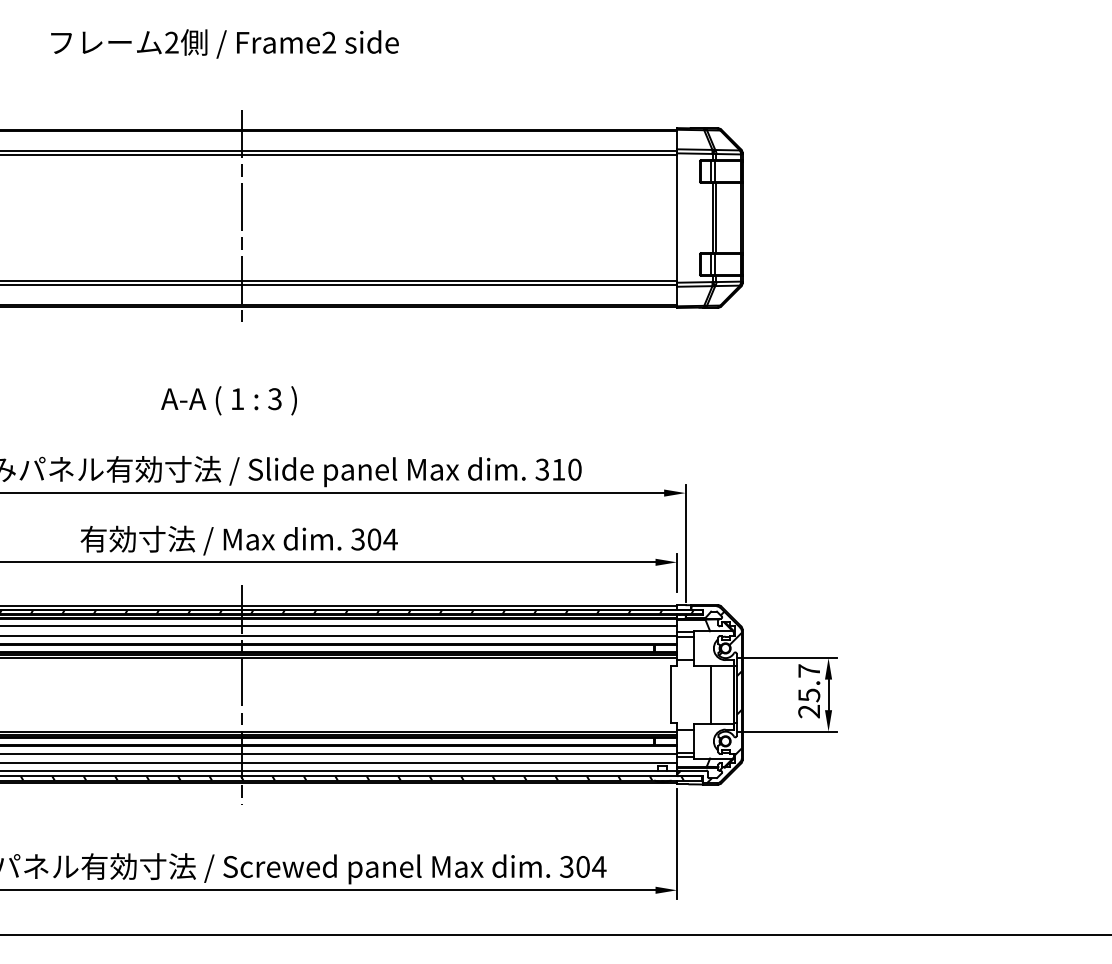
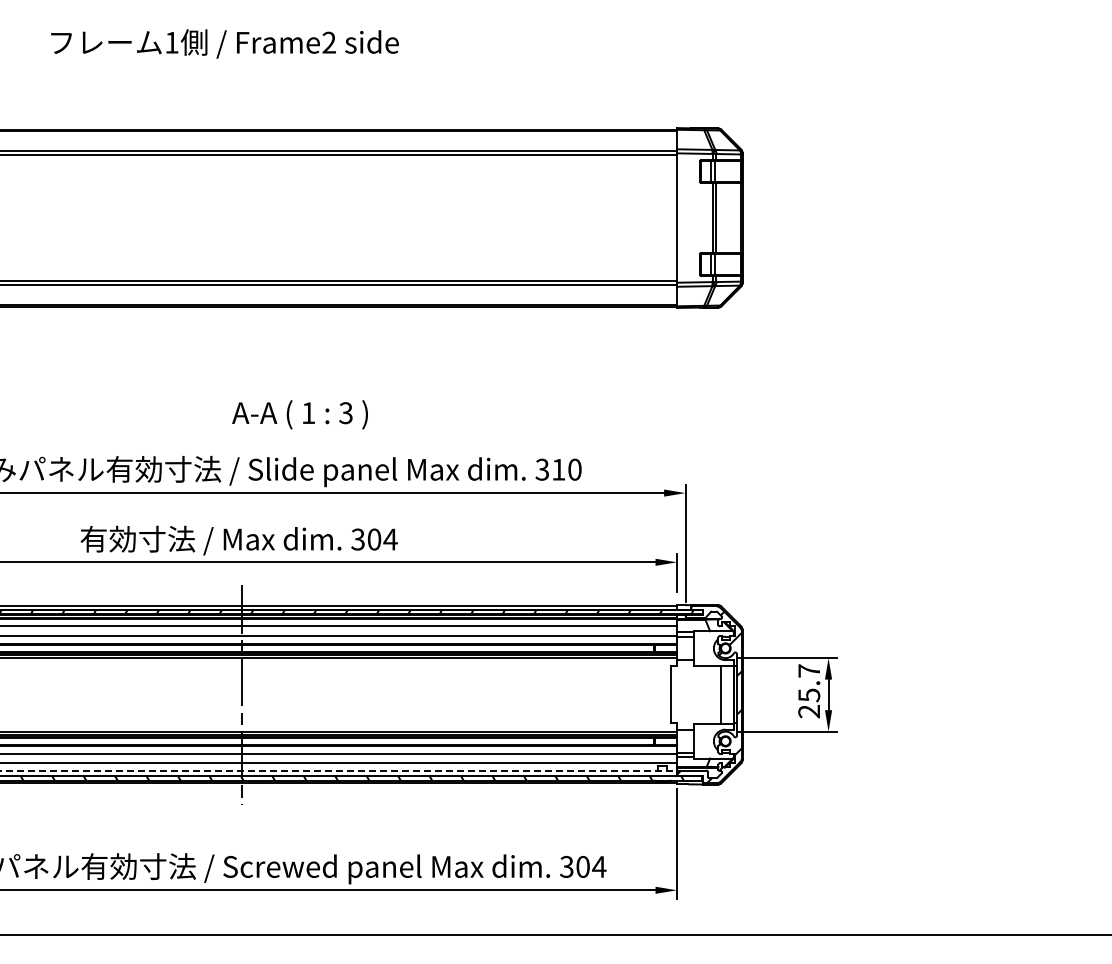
text at (171, 42): 2 -> 1
line at (242, 217): present -> none
text at (228, 400) position: (228, 400) -> (299, 414)
line at (710, 694) position: (710, 694) -> (720, 694)
line at (339, 770): solid -> dashed
